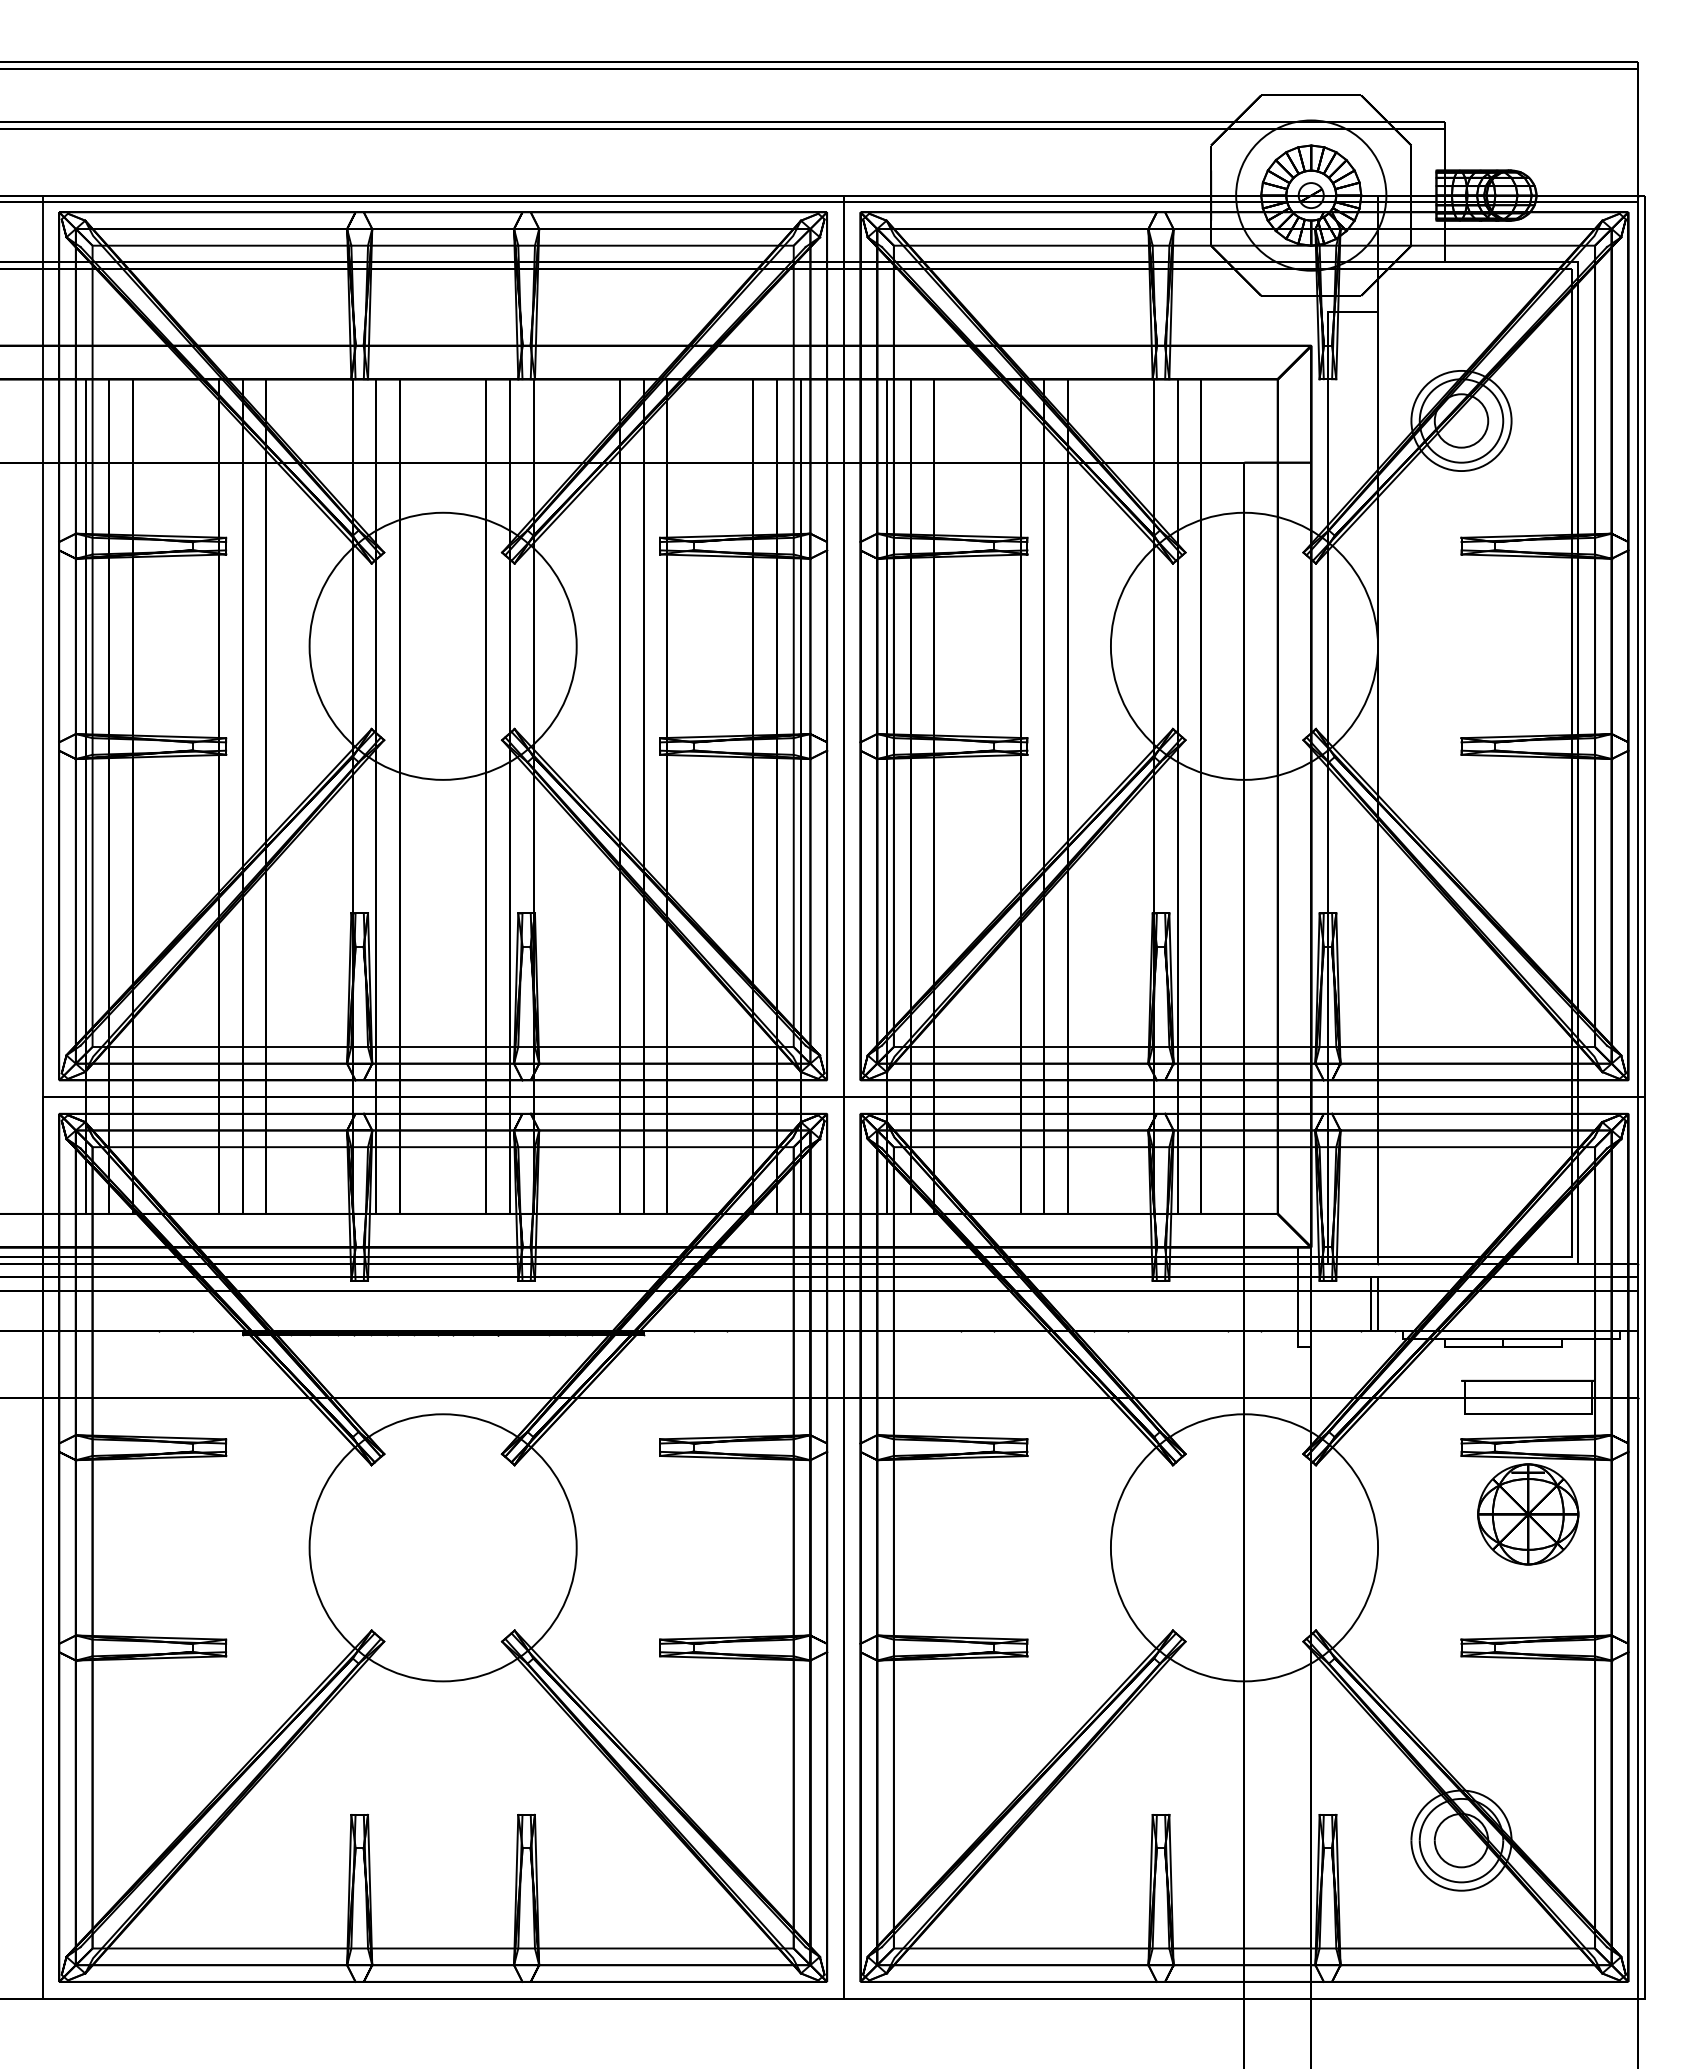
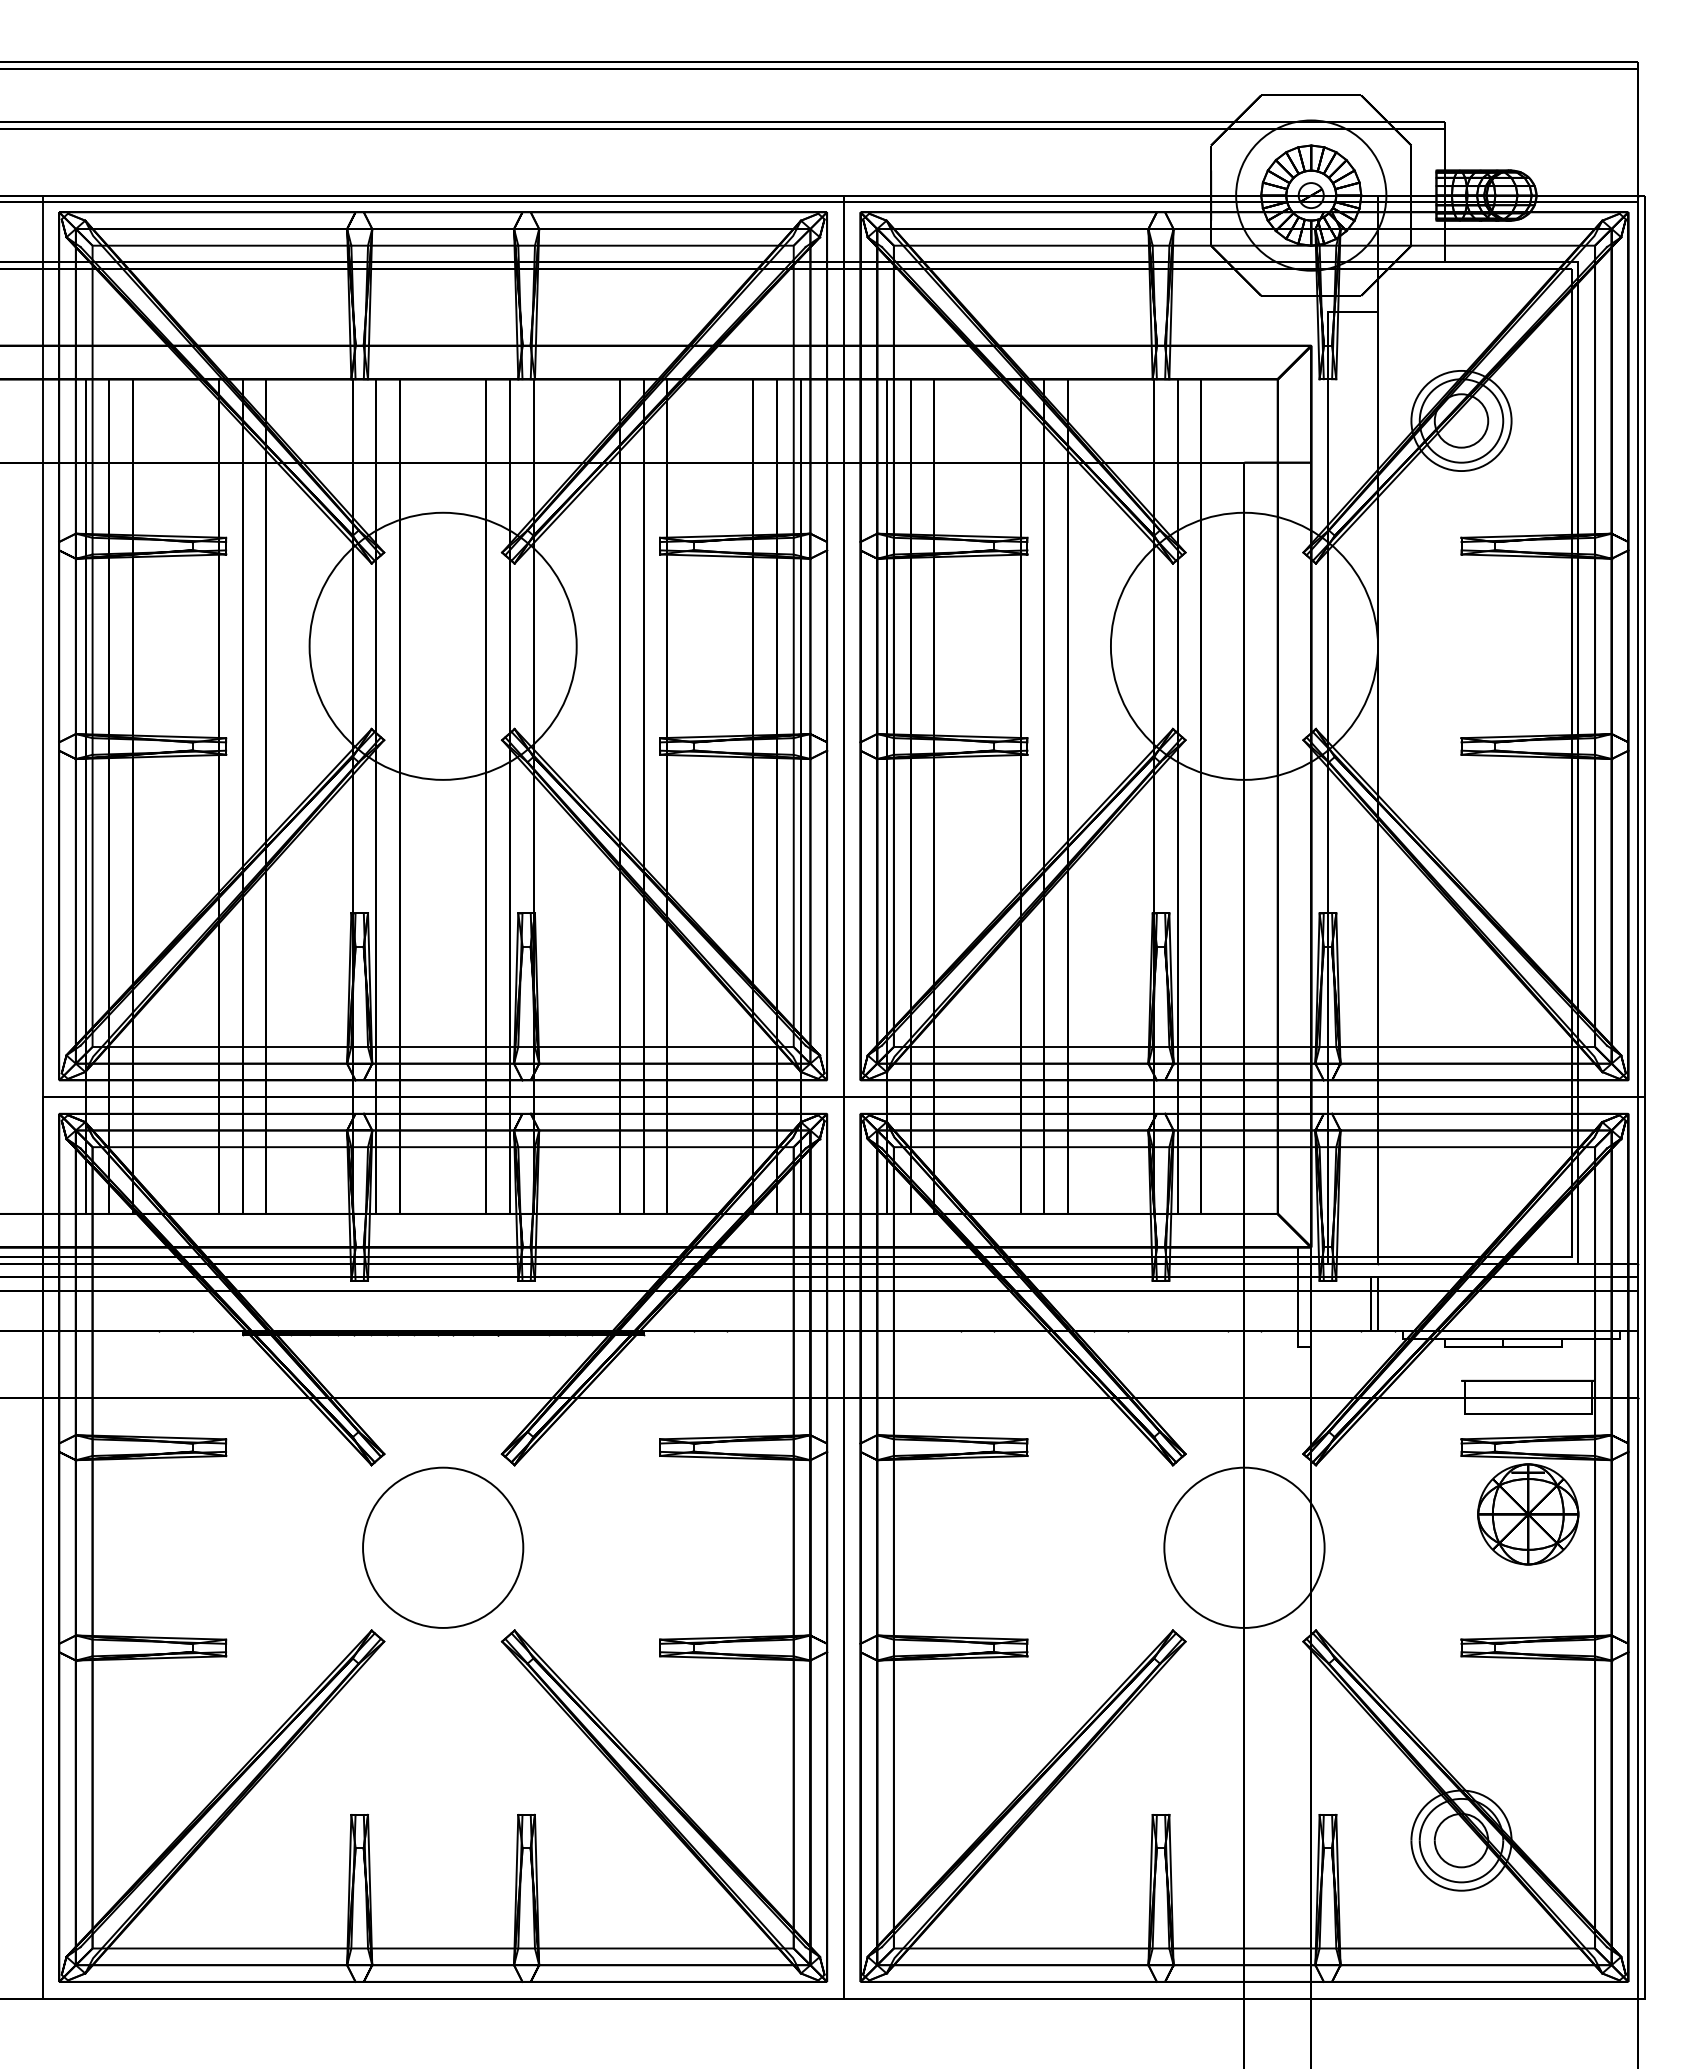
circle at (442, 1547) diameter: 267 px -> 160 px
circle at (1244, 1547) diameter: 267 px -> 160 px
